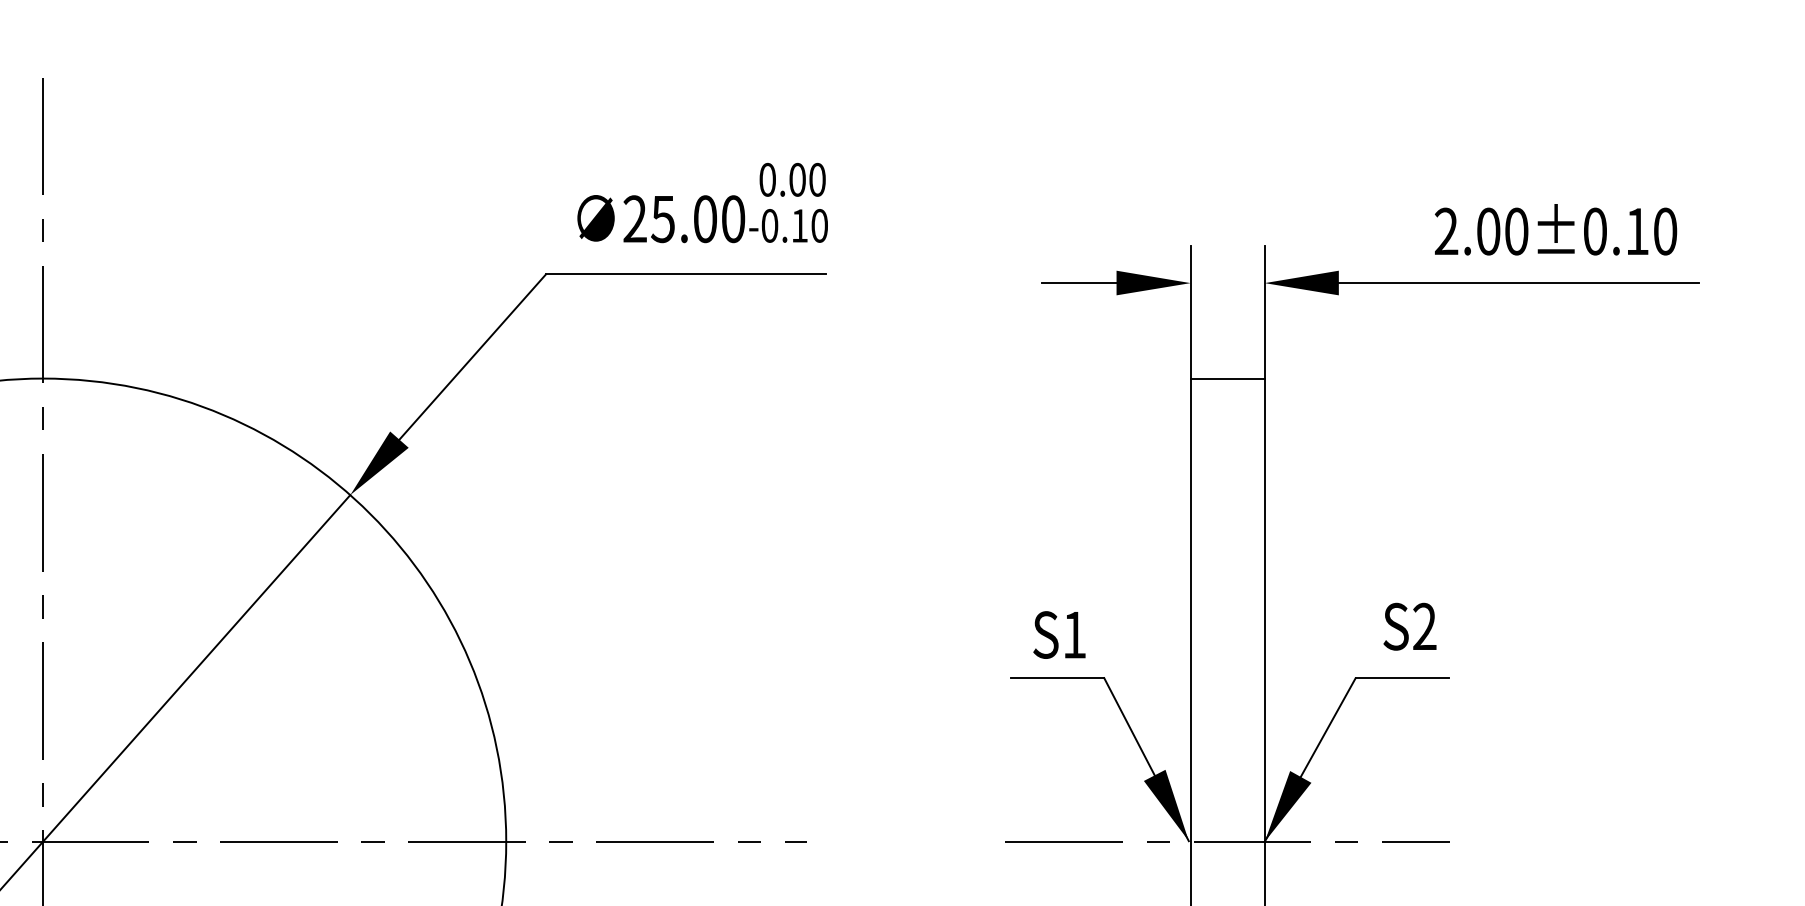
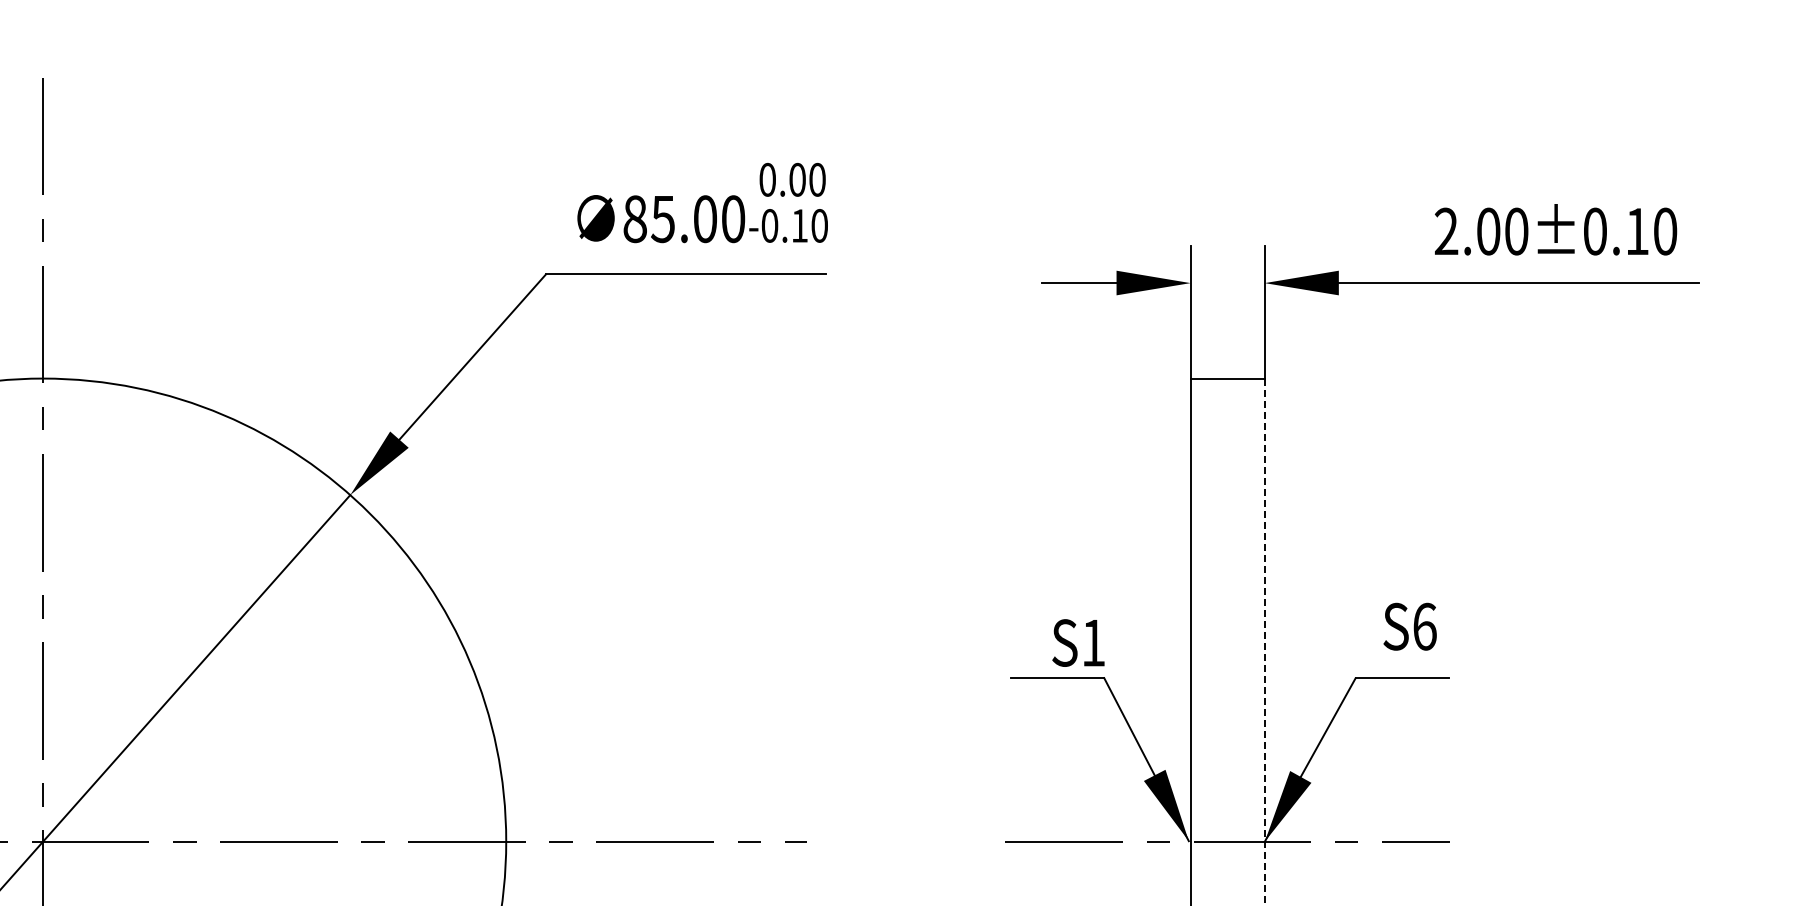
text at (634, 219): 25.00 -> 85.00
text at (1424, 626): S2 -> S6
text at (1059, 634) position: (1059, 634) -> (1078, 642)
line at (1264, 642): solid -> dashed
